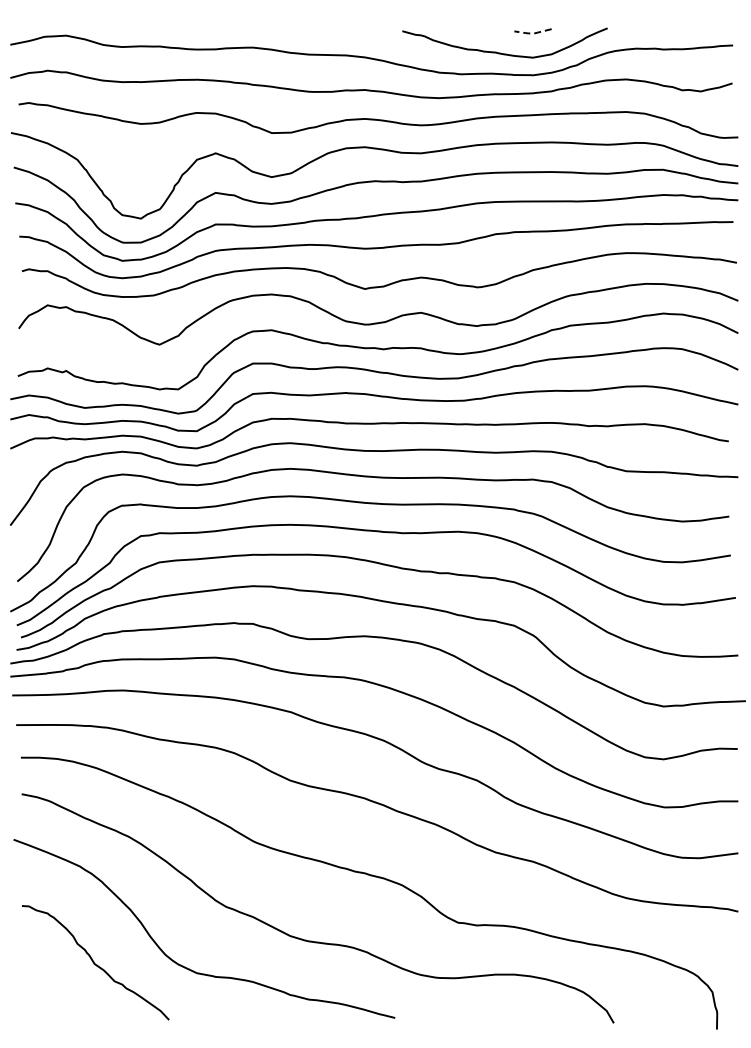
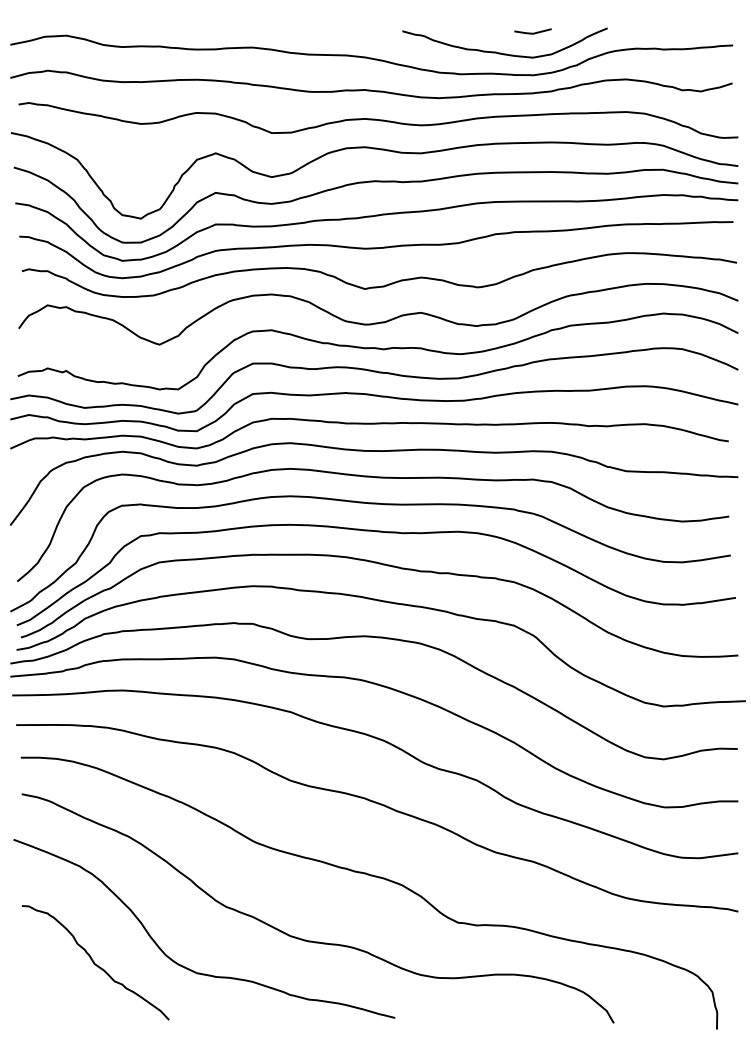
line at (533, 33): dashed -> solid
